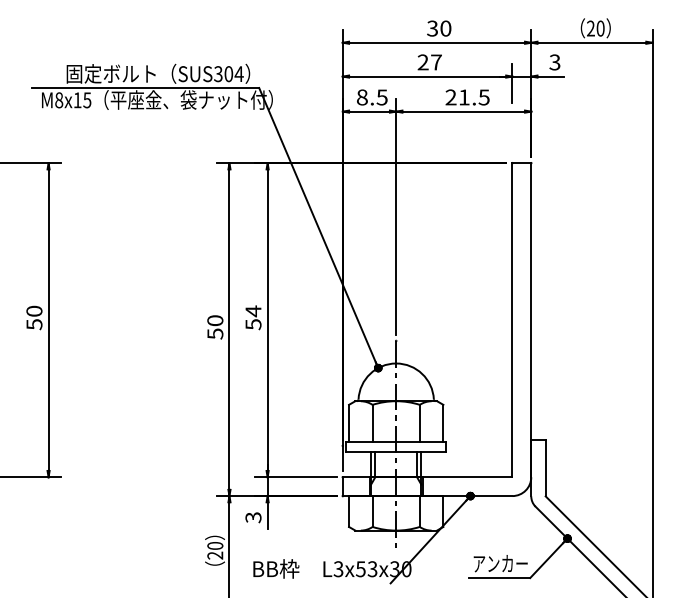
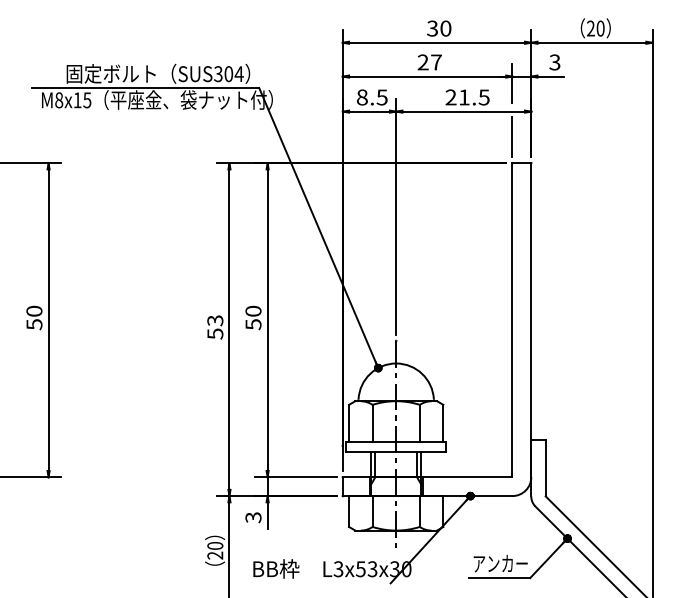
line at (512, 136): none -> present
text at (253, 311): 54 -> 50
text at (215, 320): 50 -> 53
